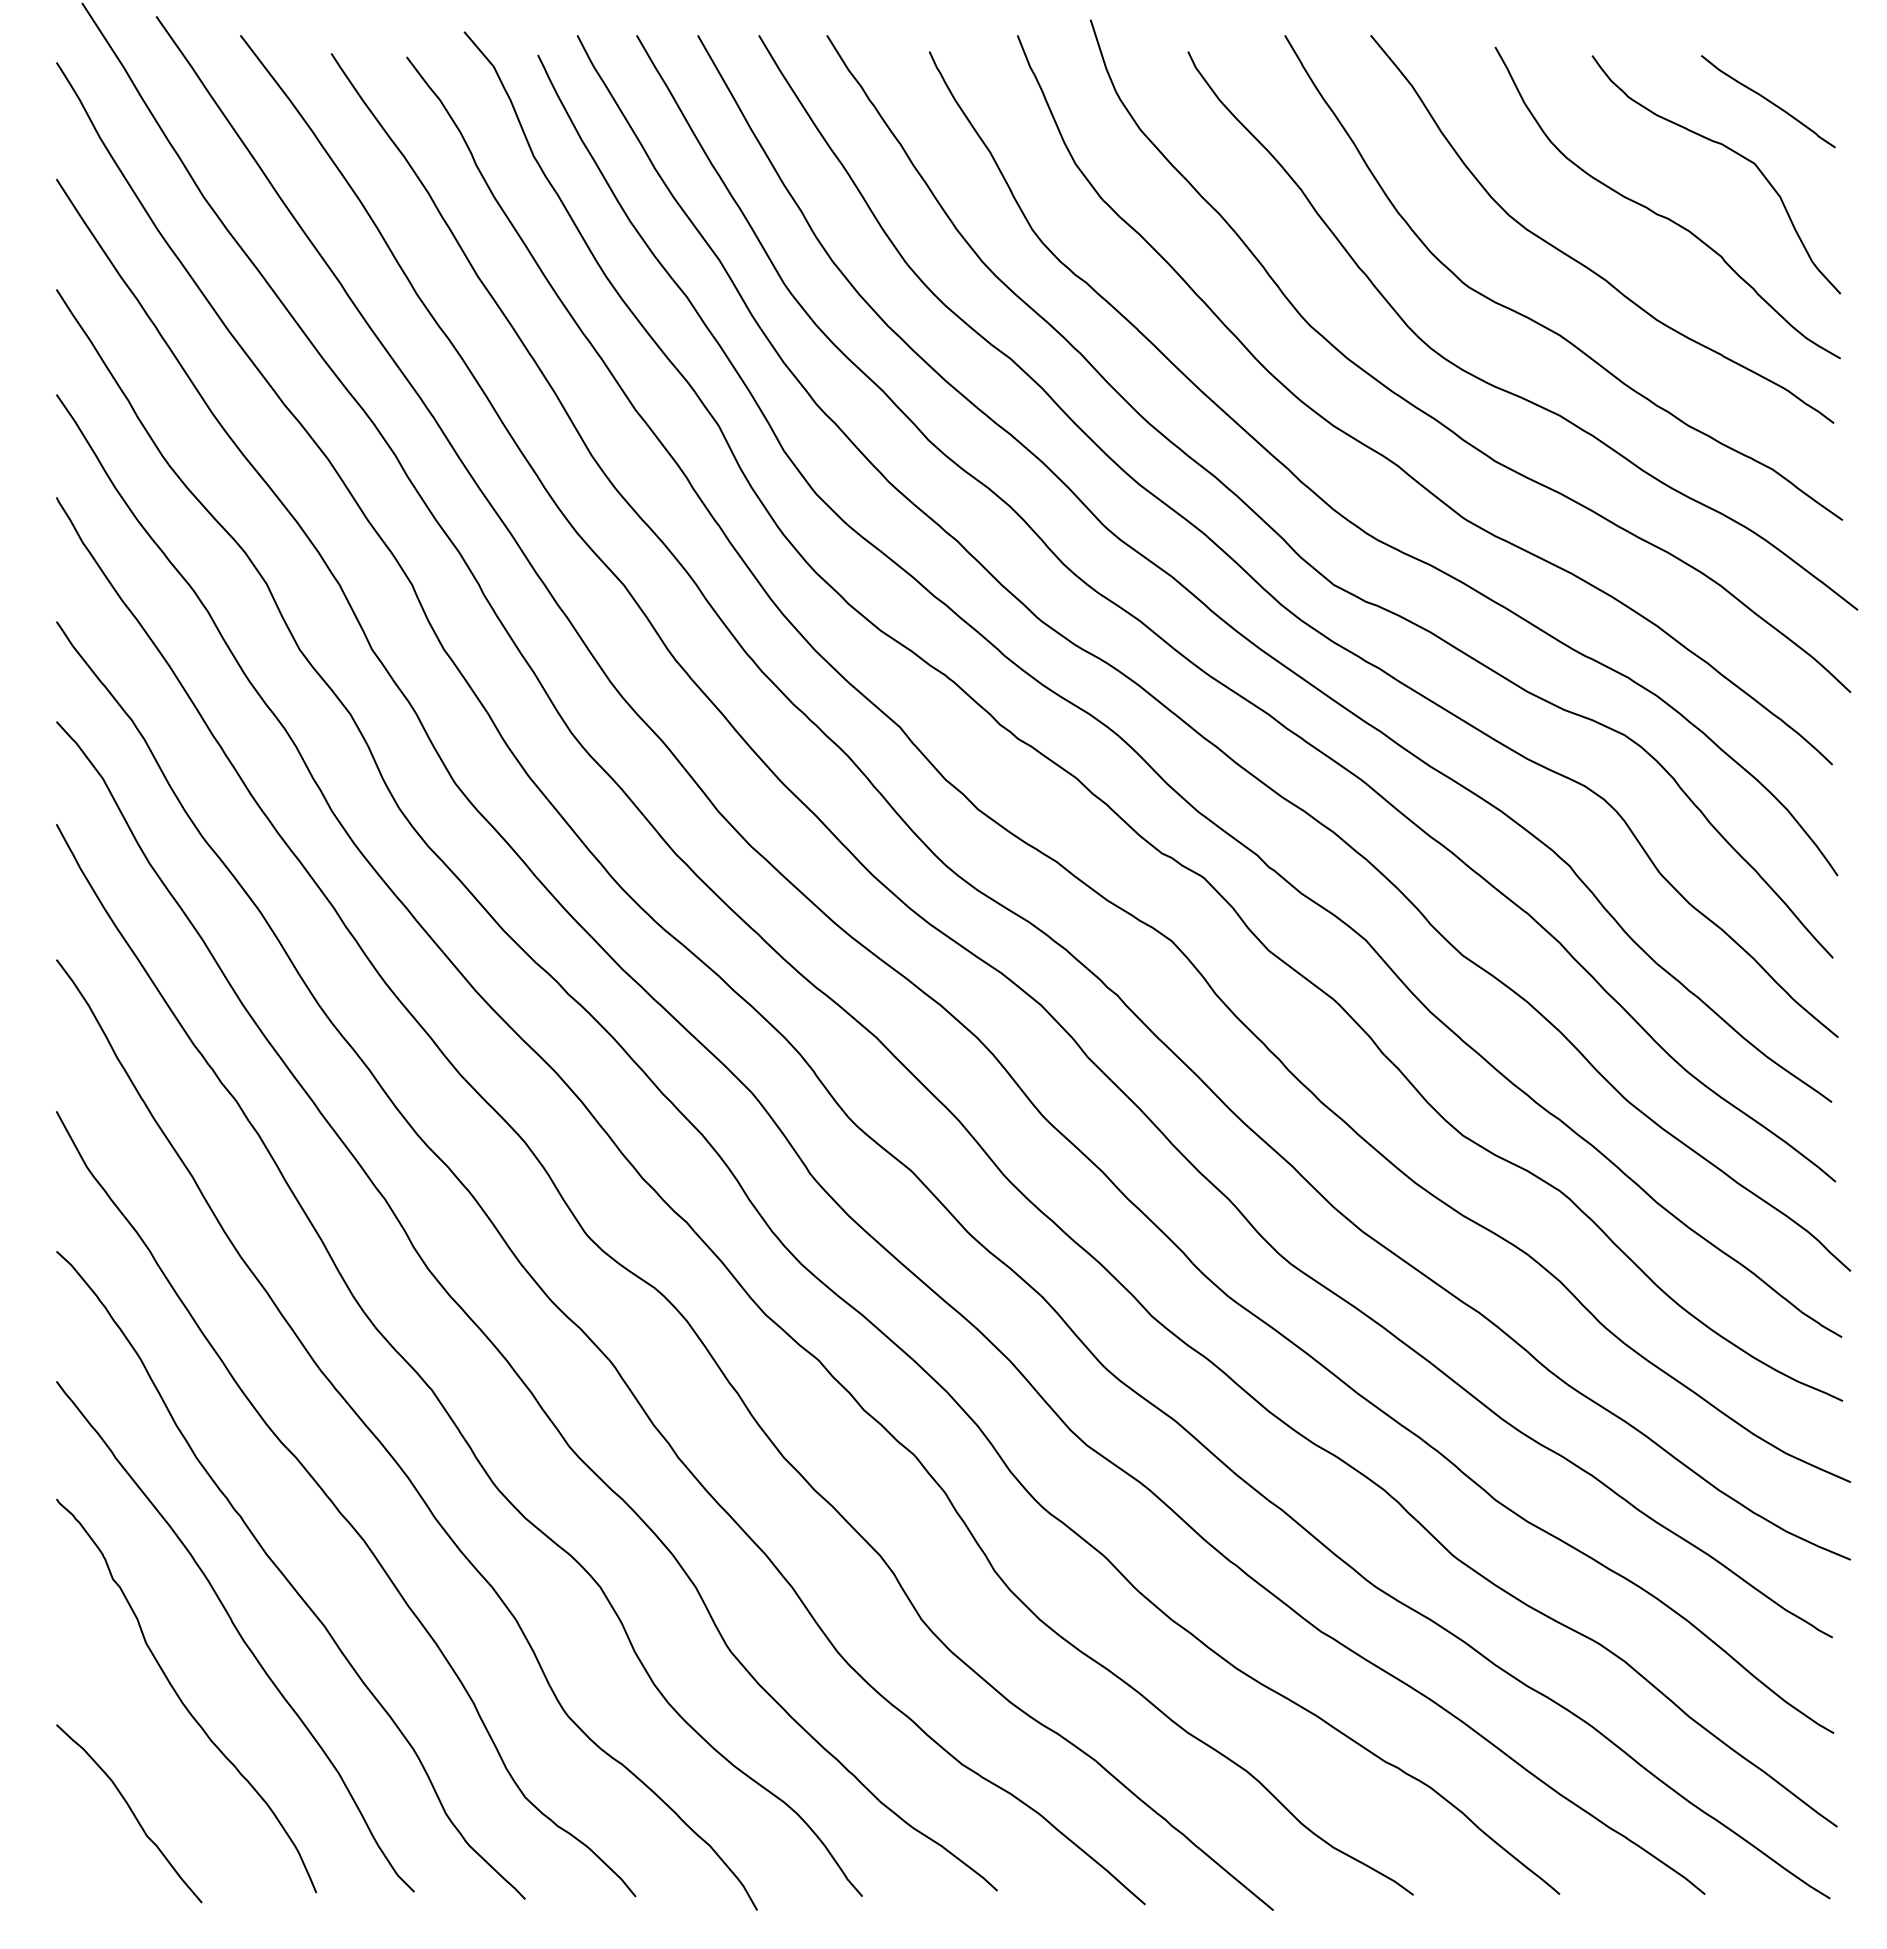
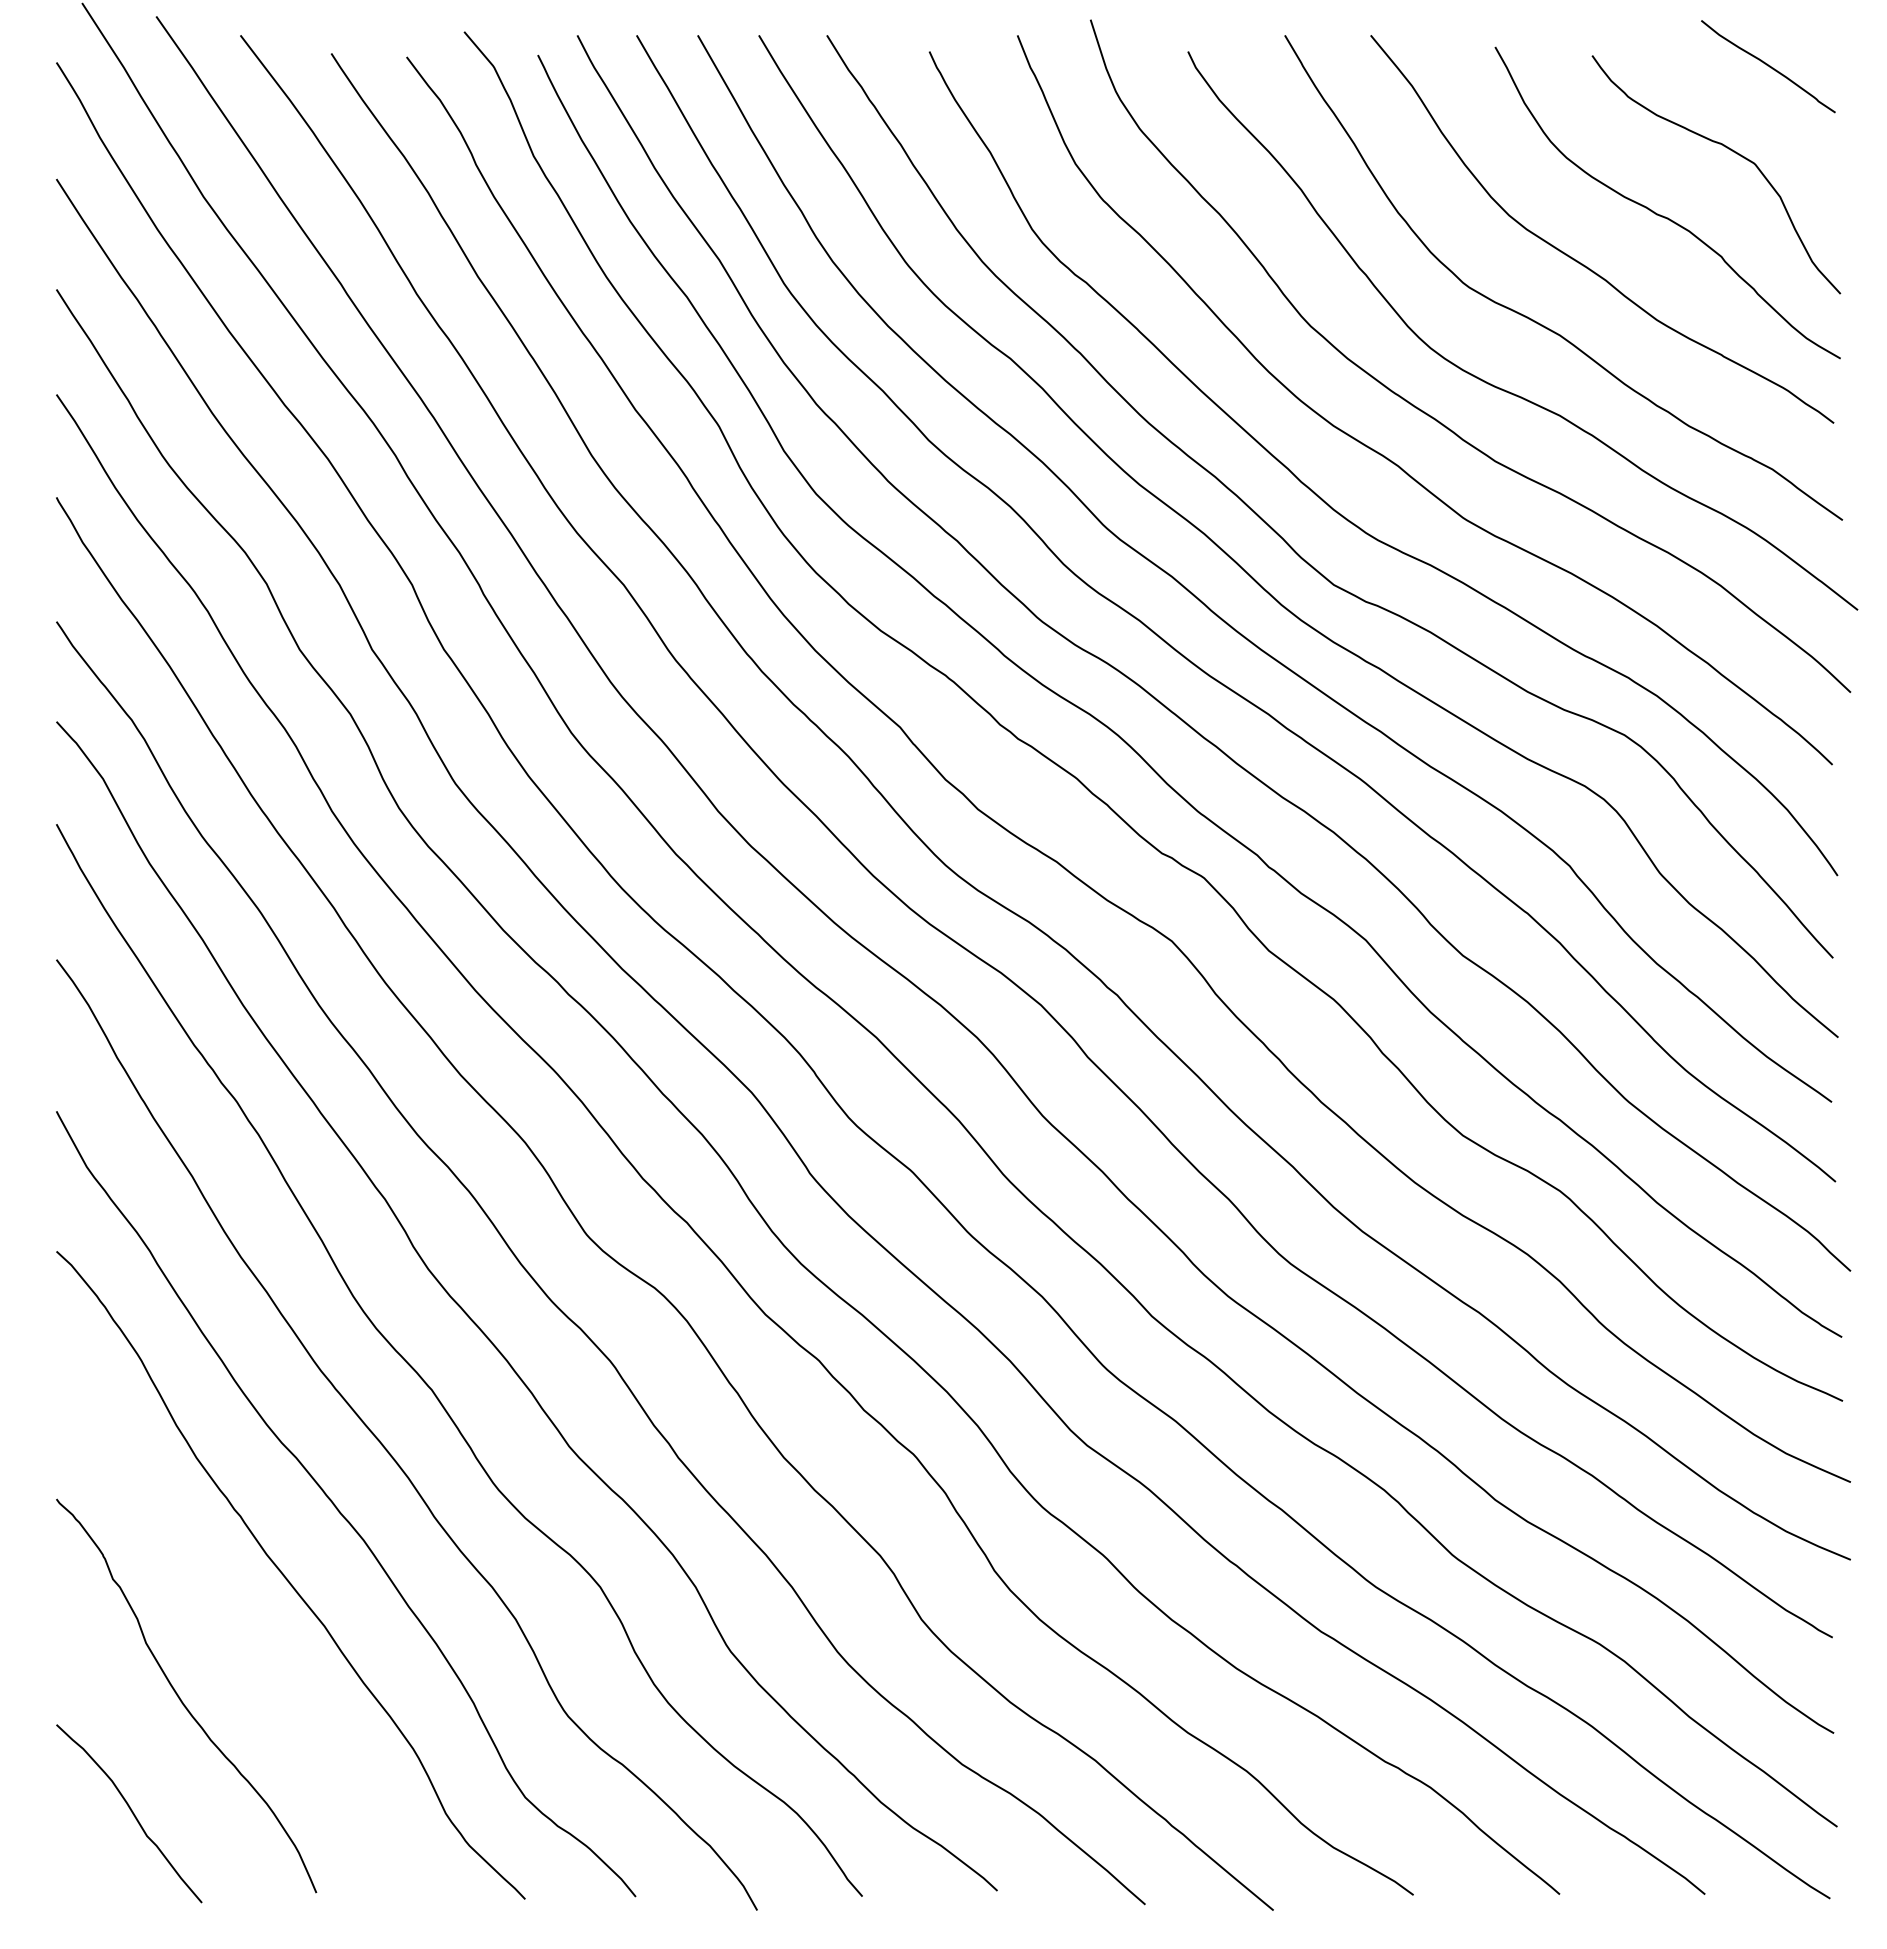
curve at (1768, 101) position: (1768, 101) -> (1768, 66)
curve at (238, 1634): present -> none
